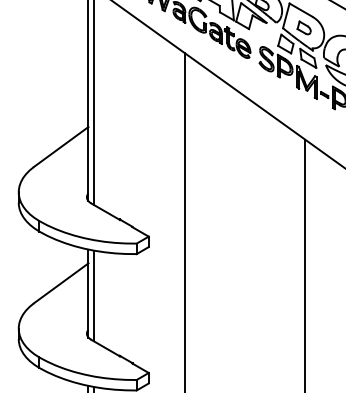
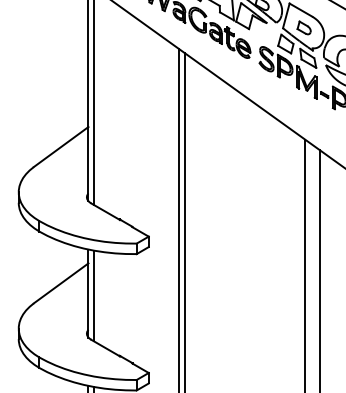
line at (179, 219): none -> present
line at (319, 269): none -> present
